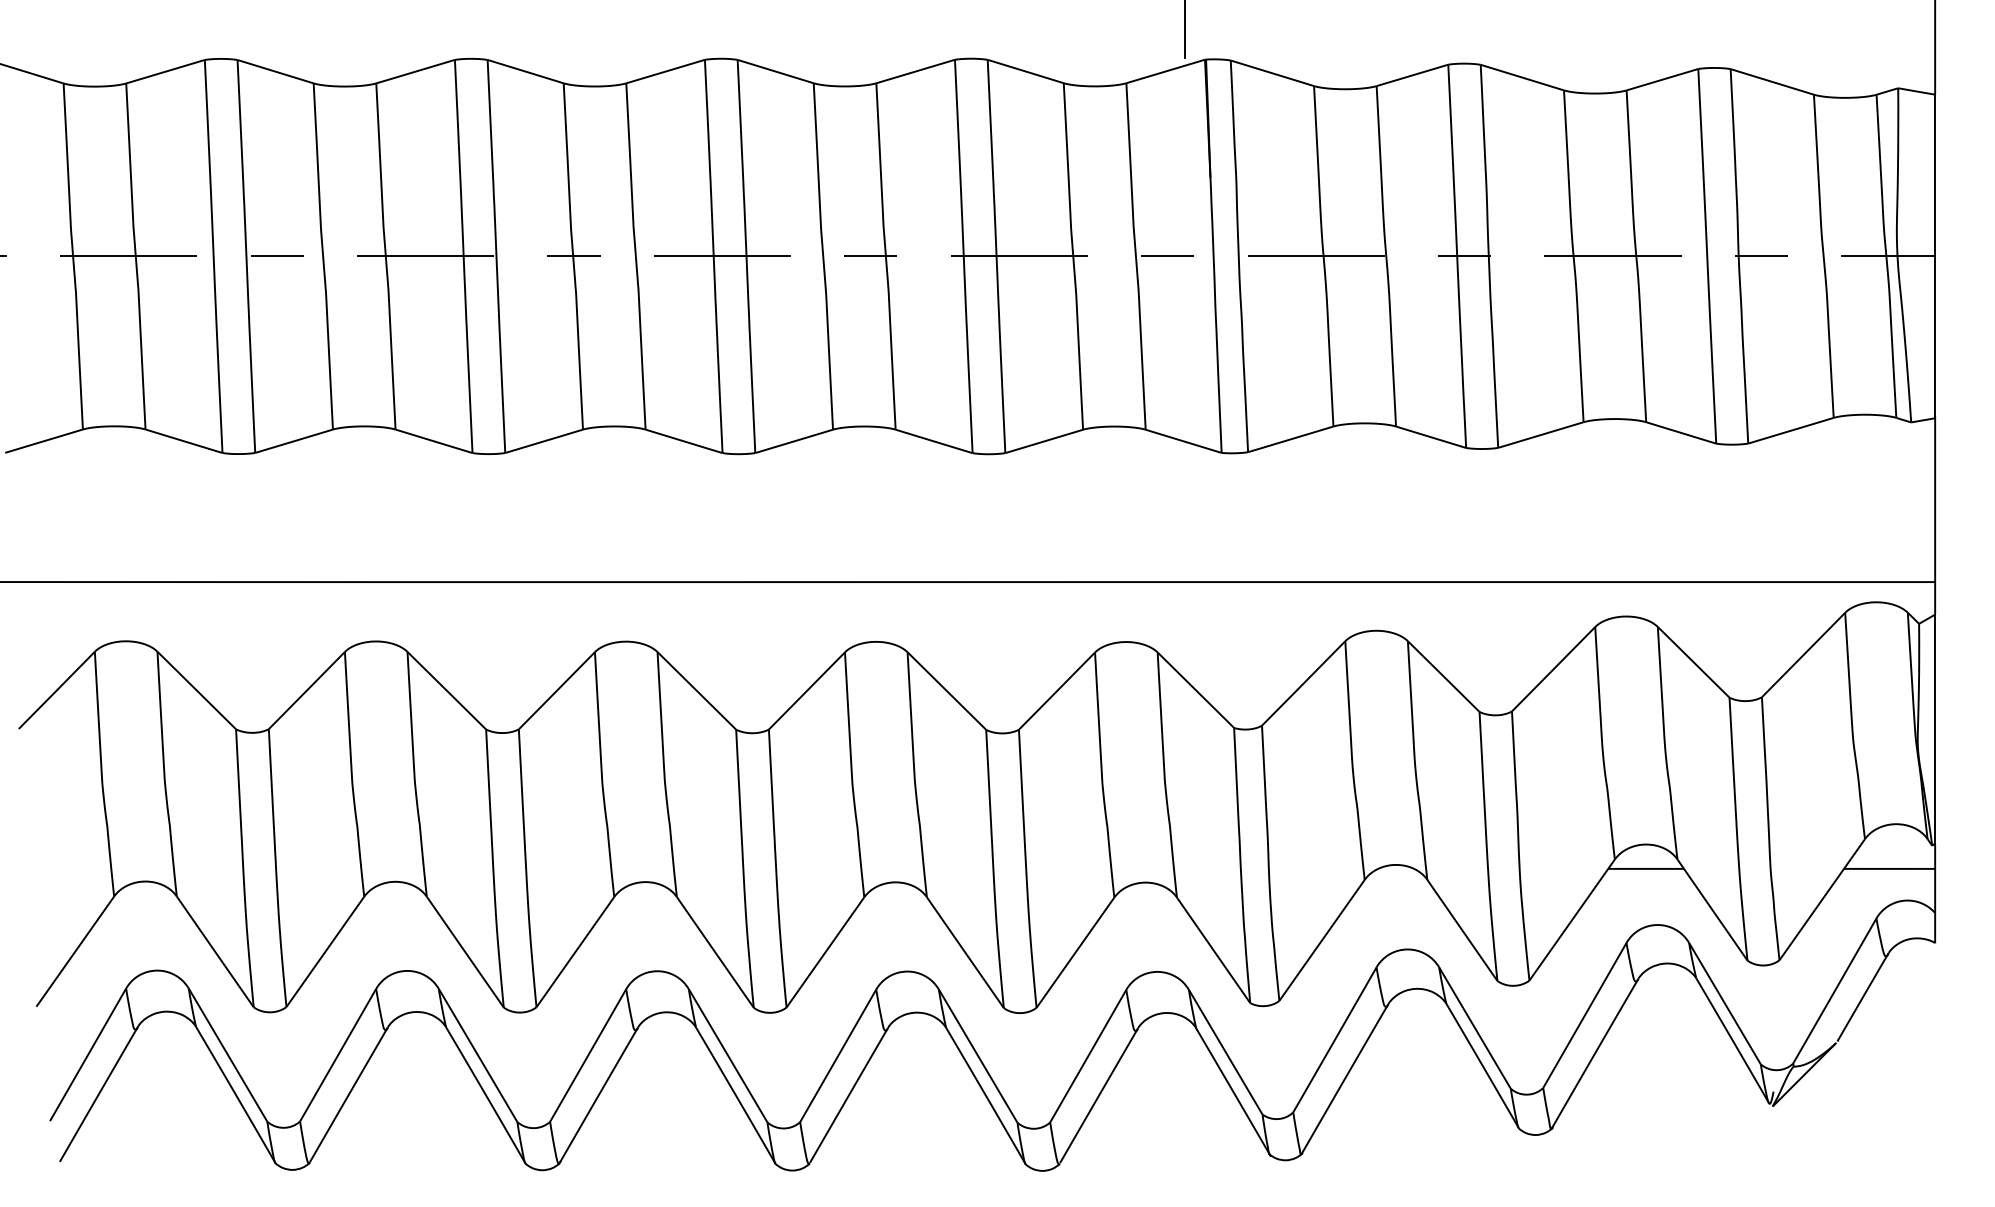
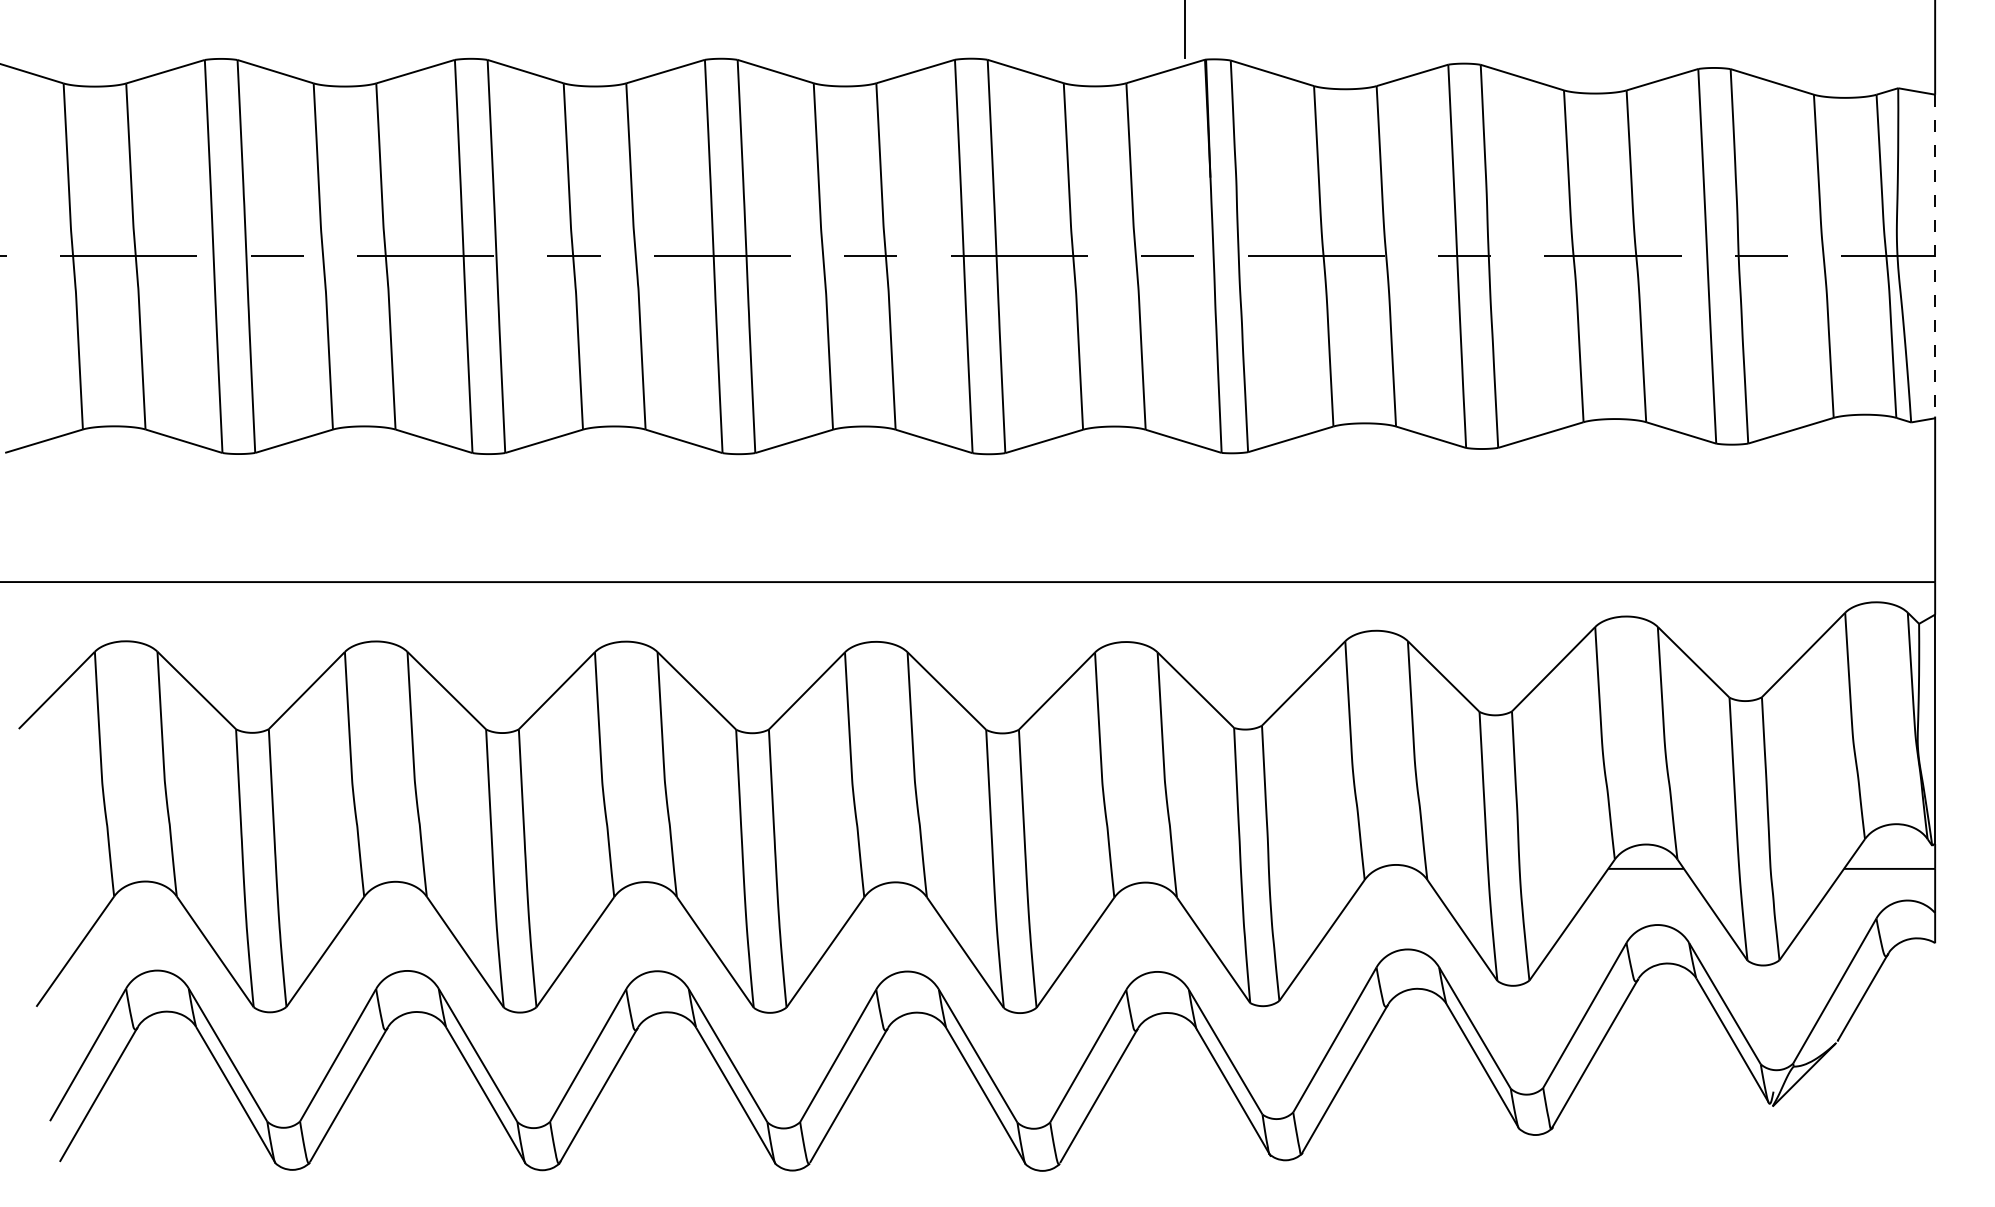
line at (1935, 256): solid -> dashed
